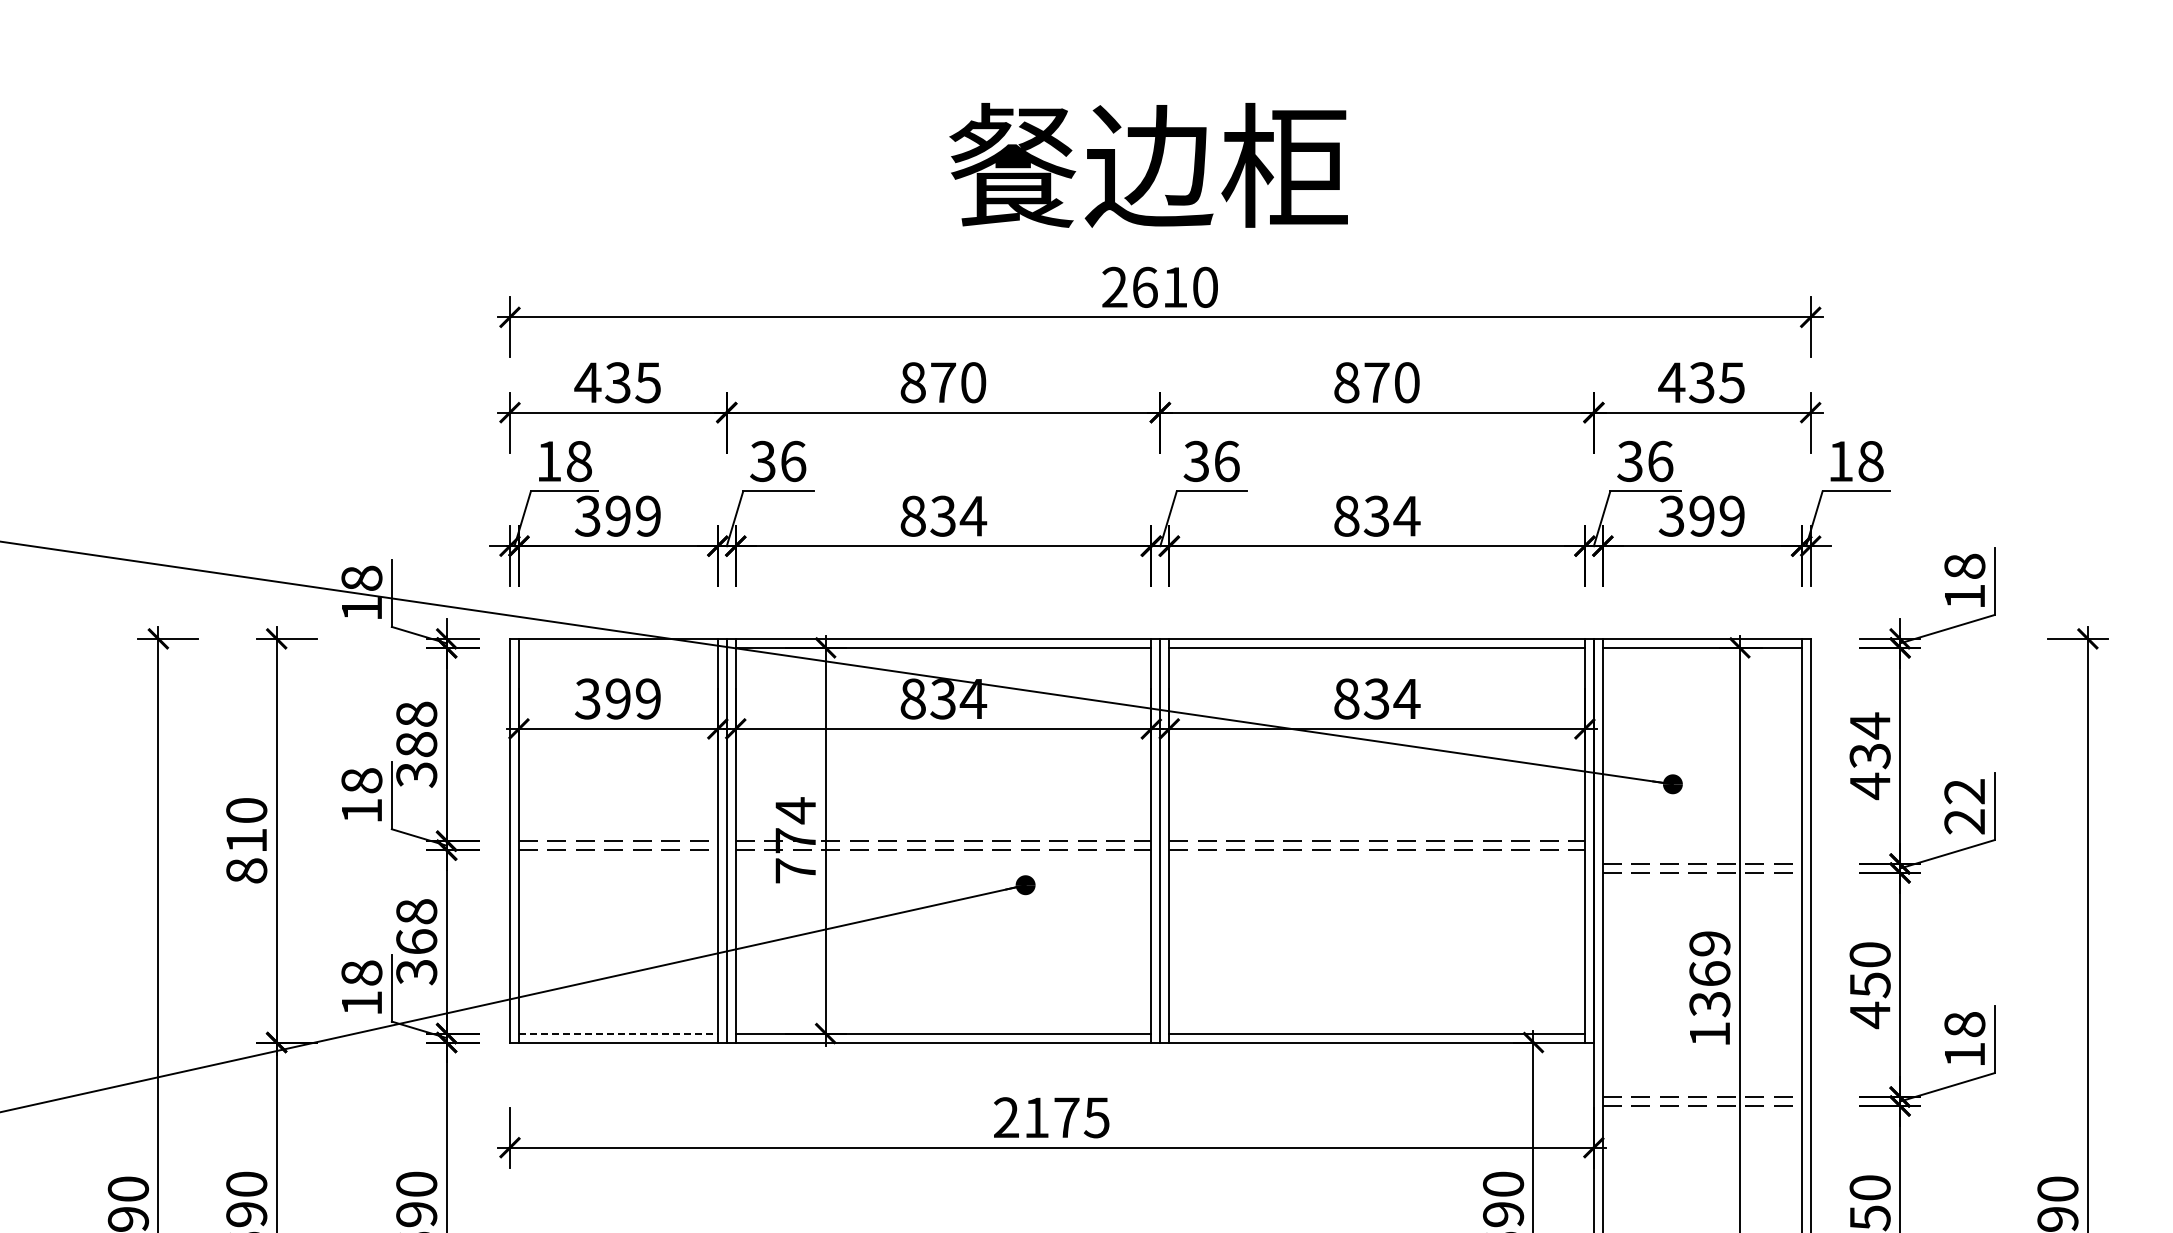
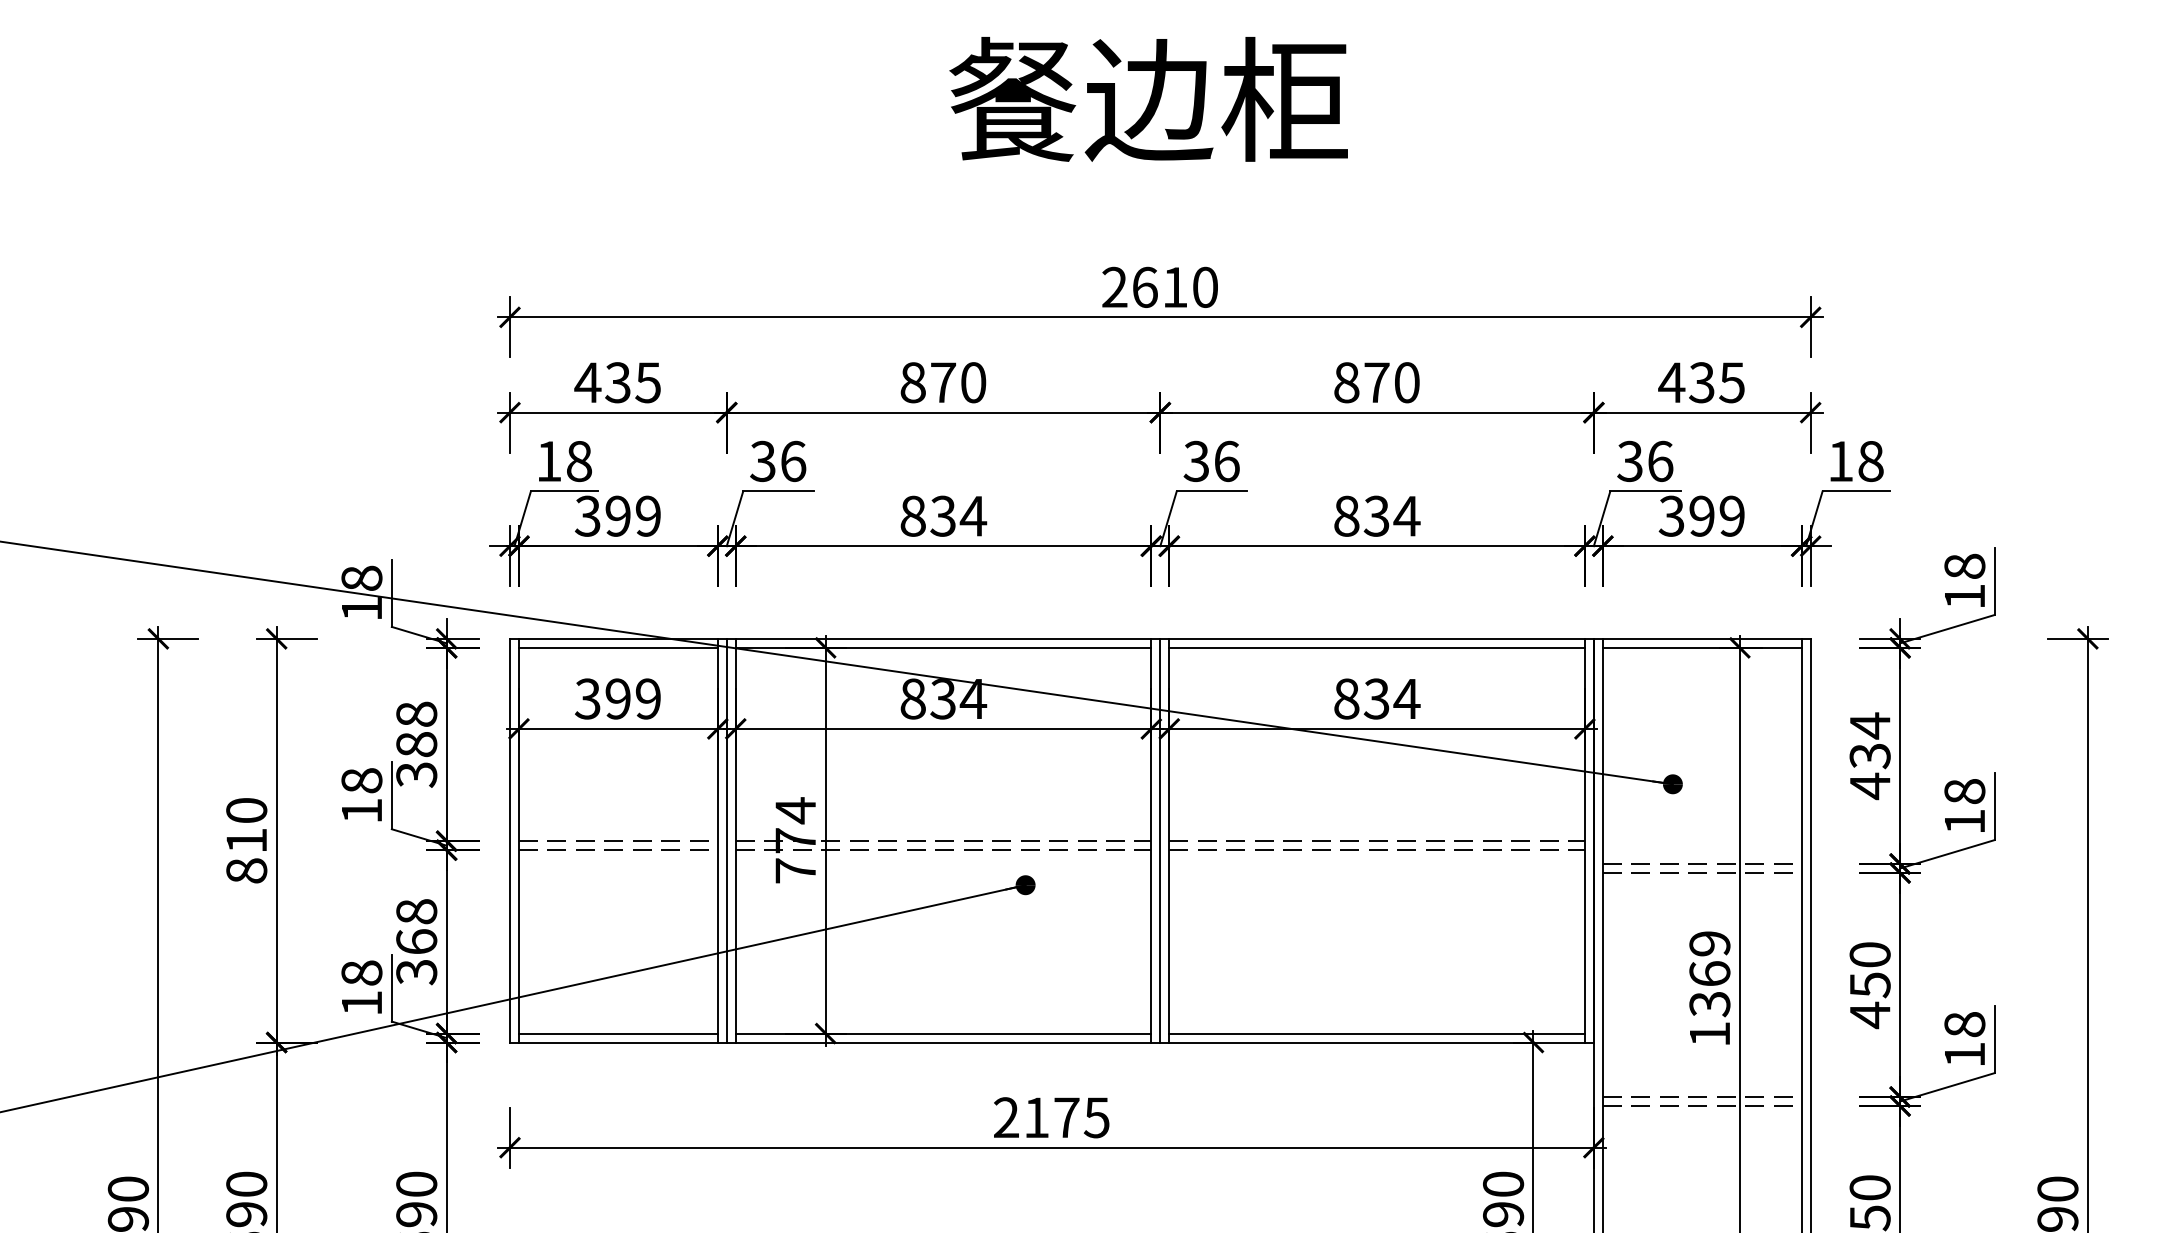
text at (1148, 165) position: (1148, 165) -> (1148, 99)
line at (617, 647): none -> present
text at (1964, 806): 22 -> 18
line at (618, 1033): dashed -> solid
